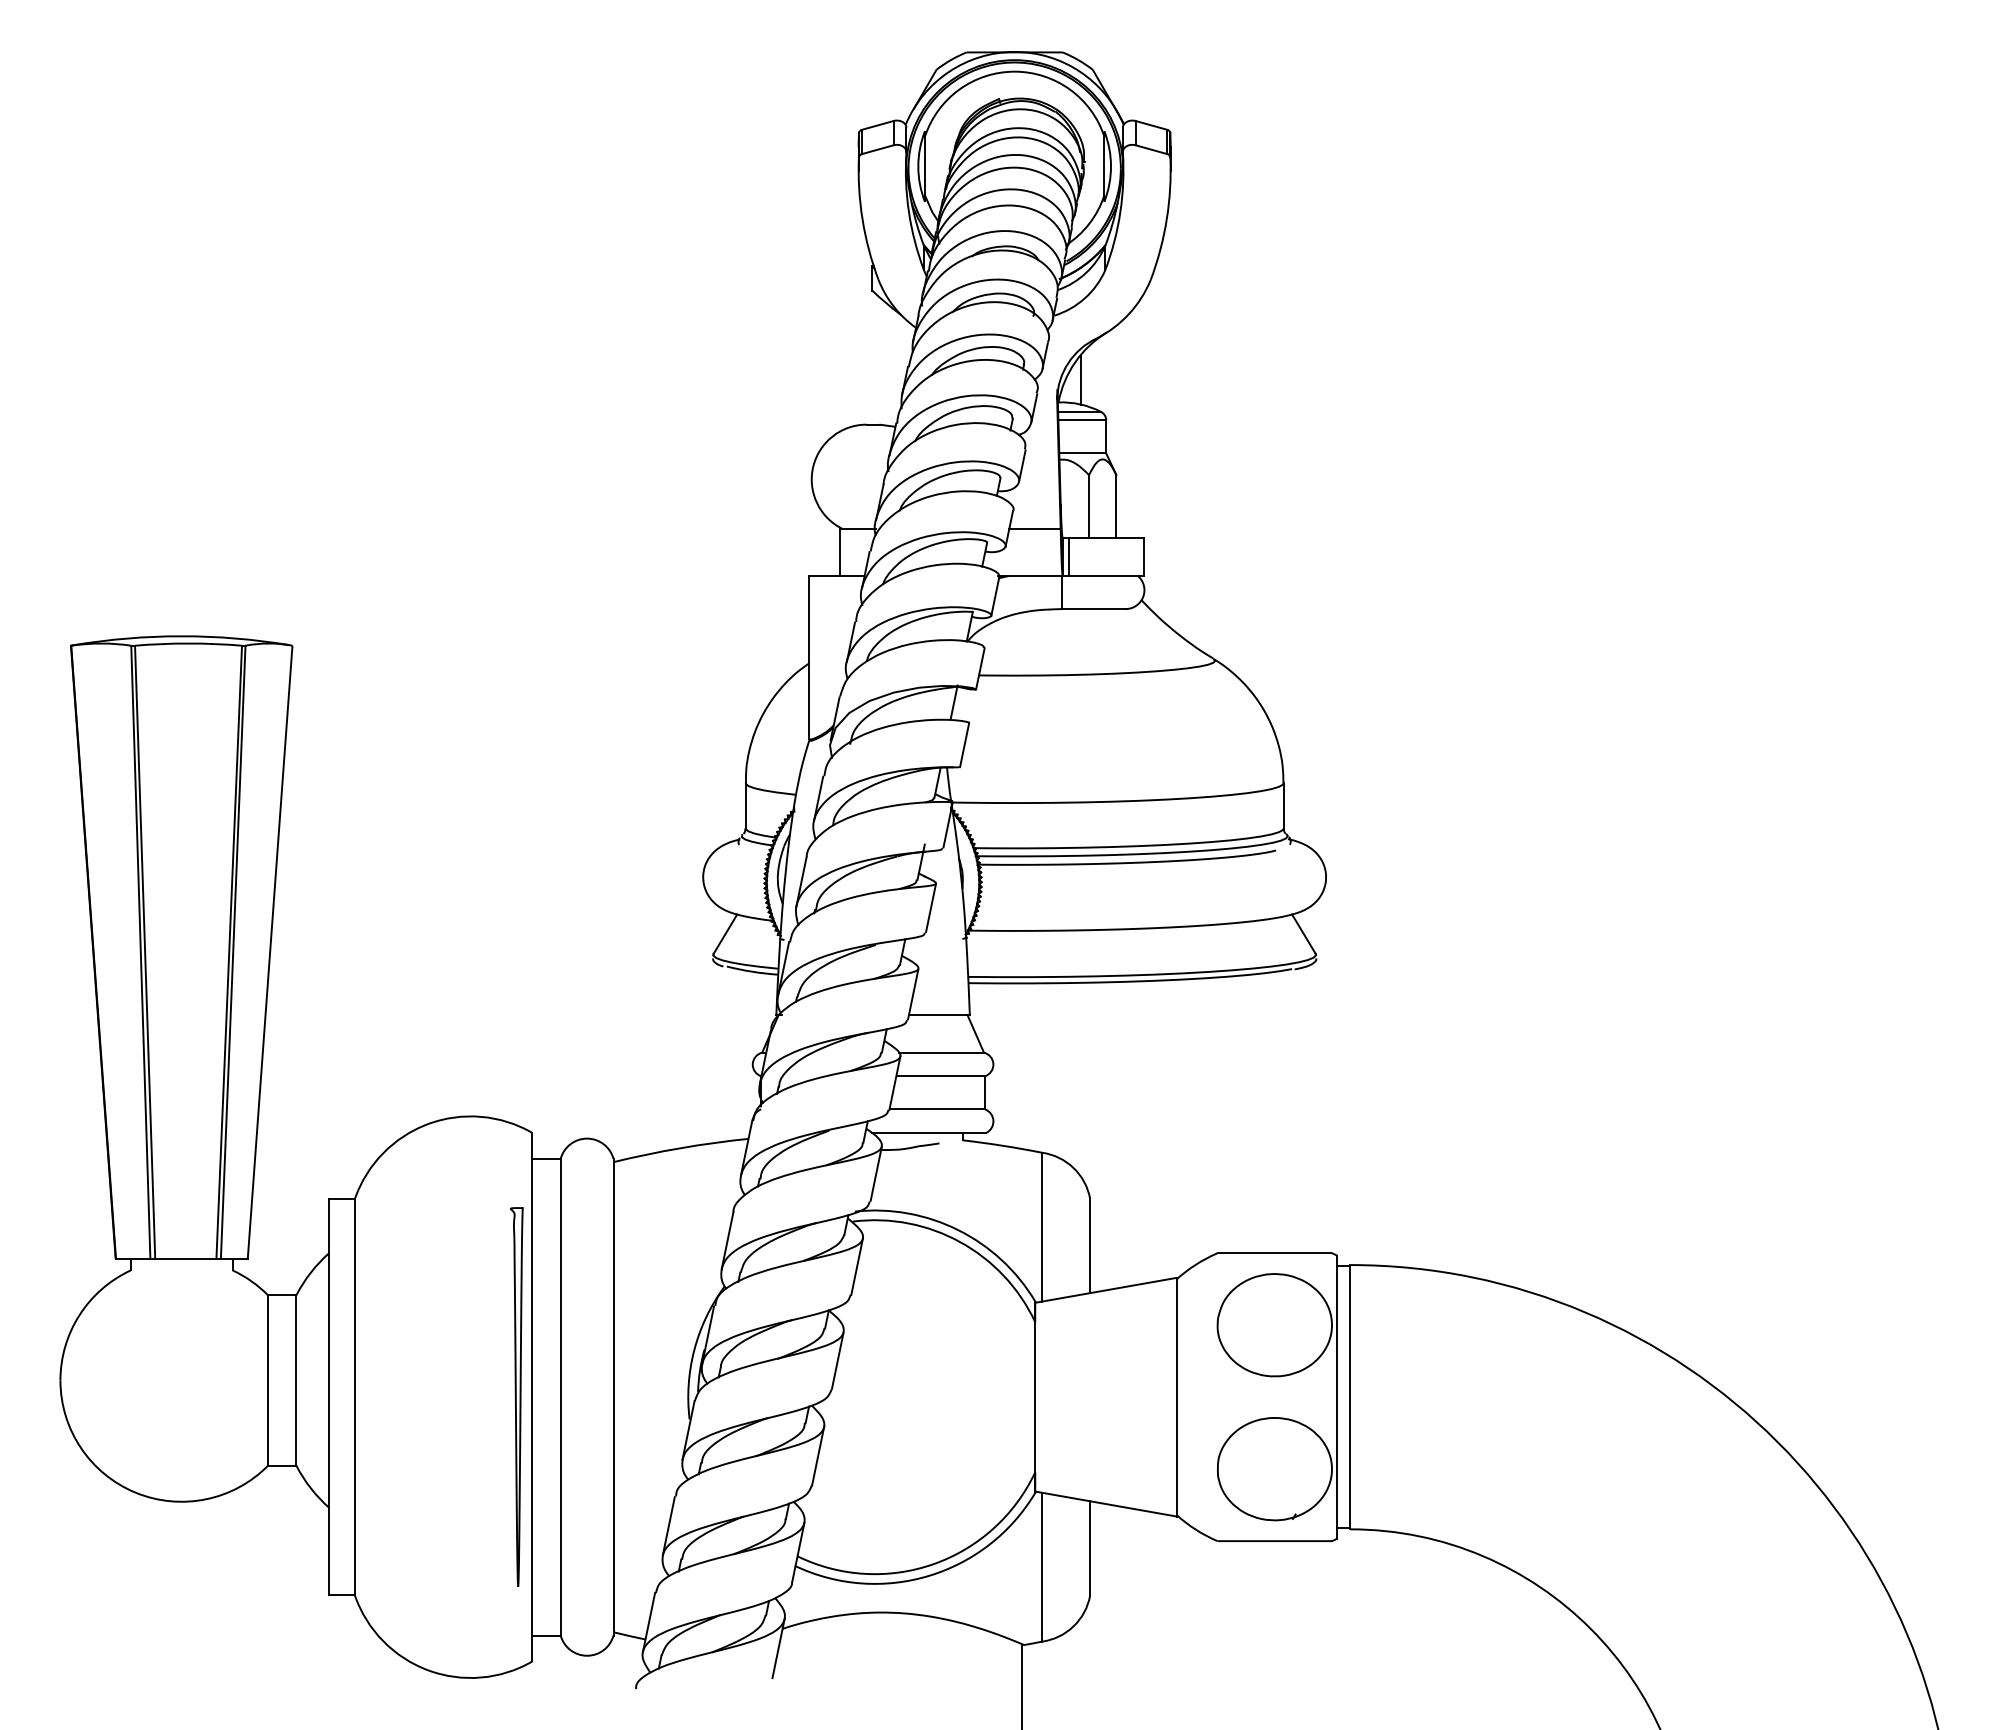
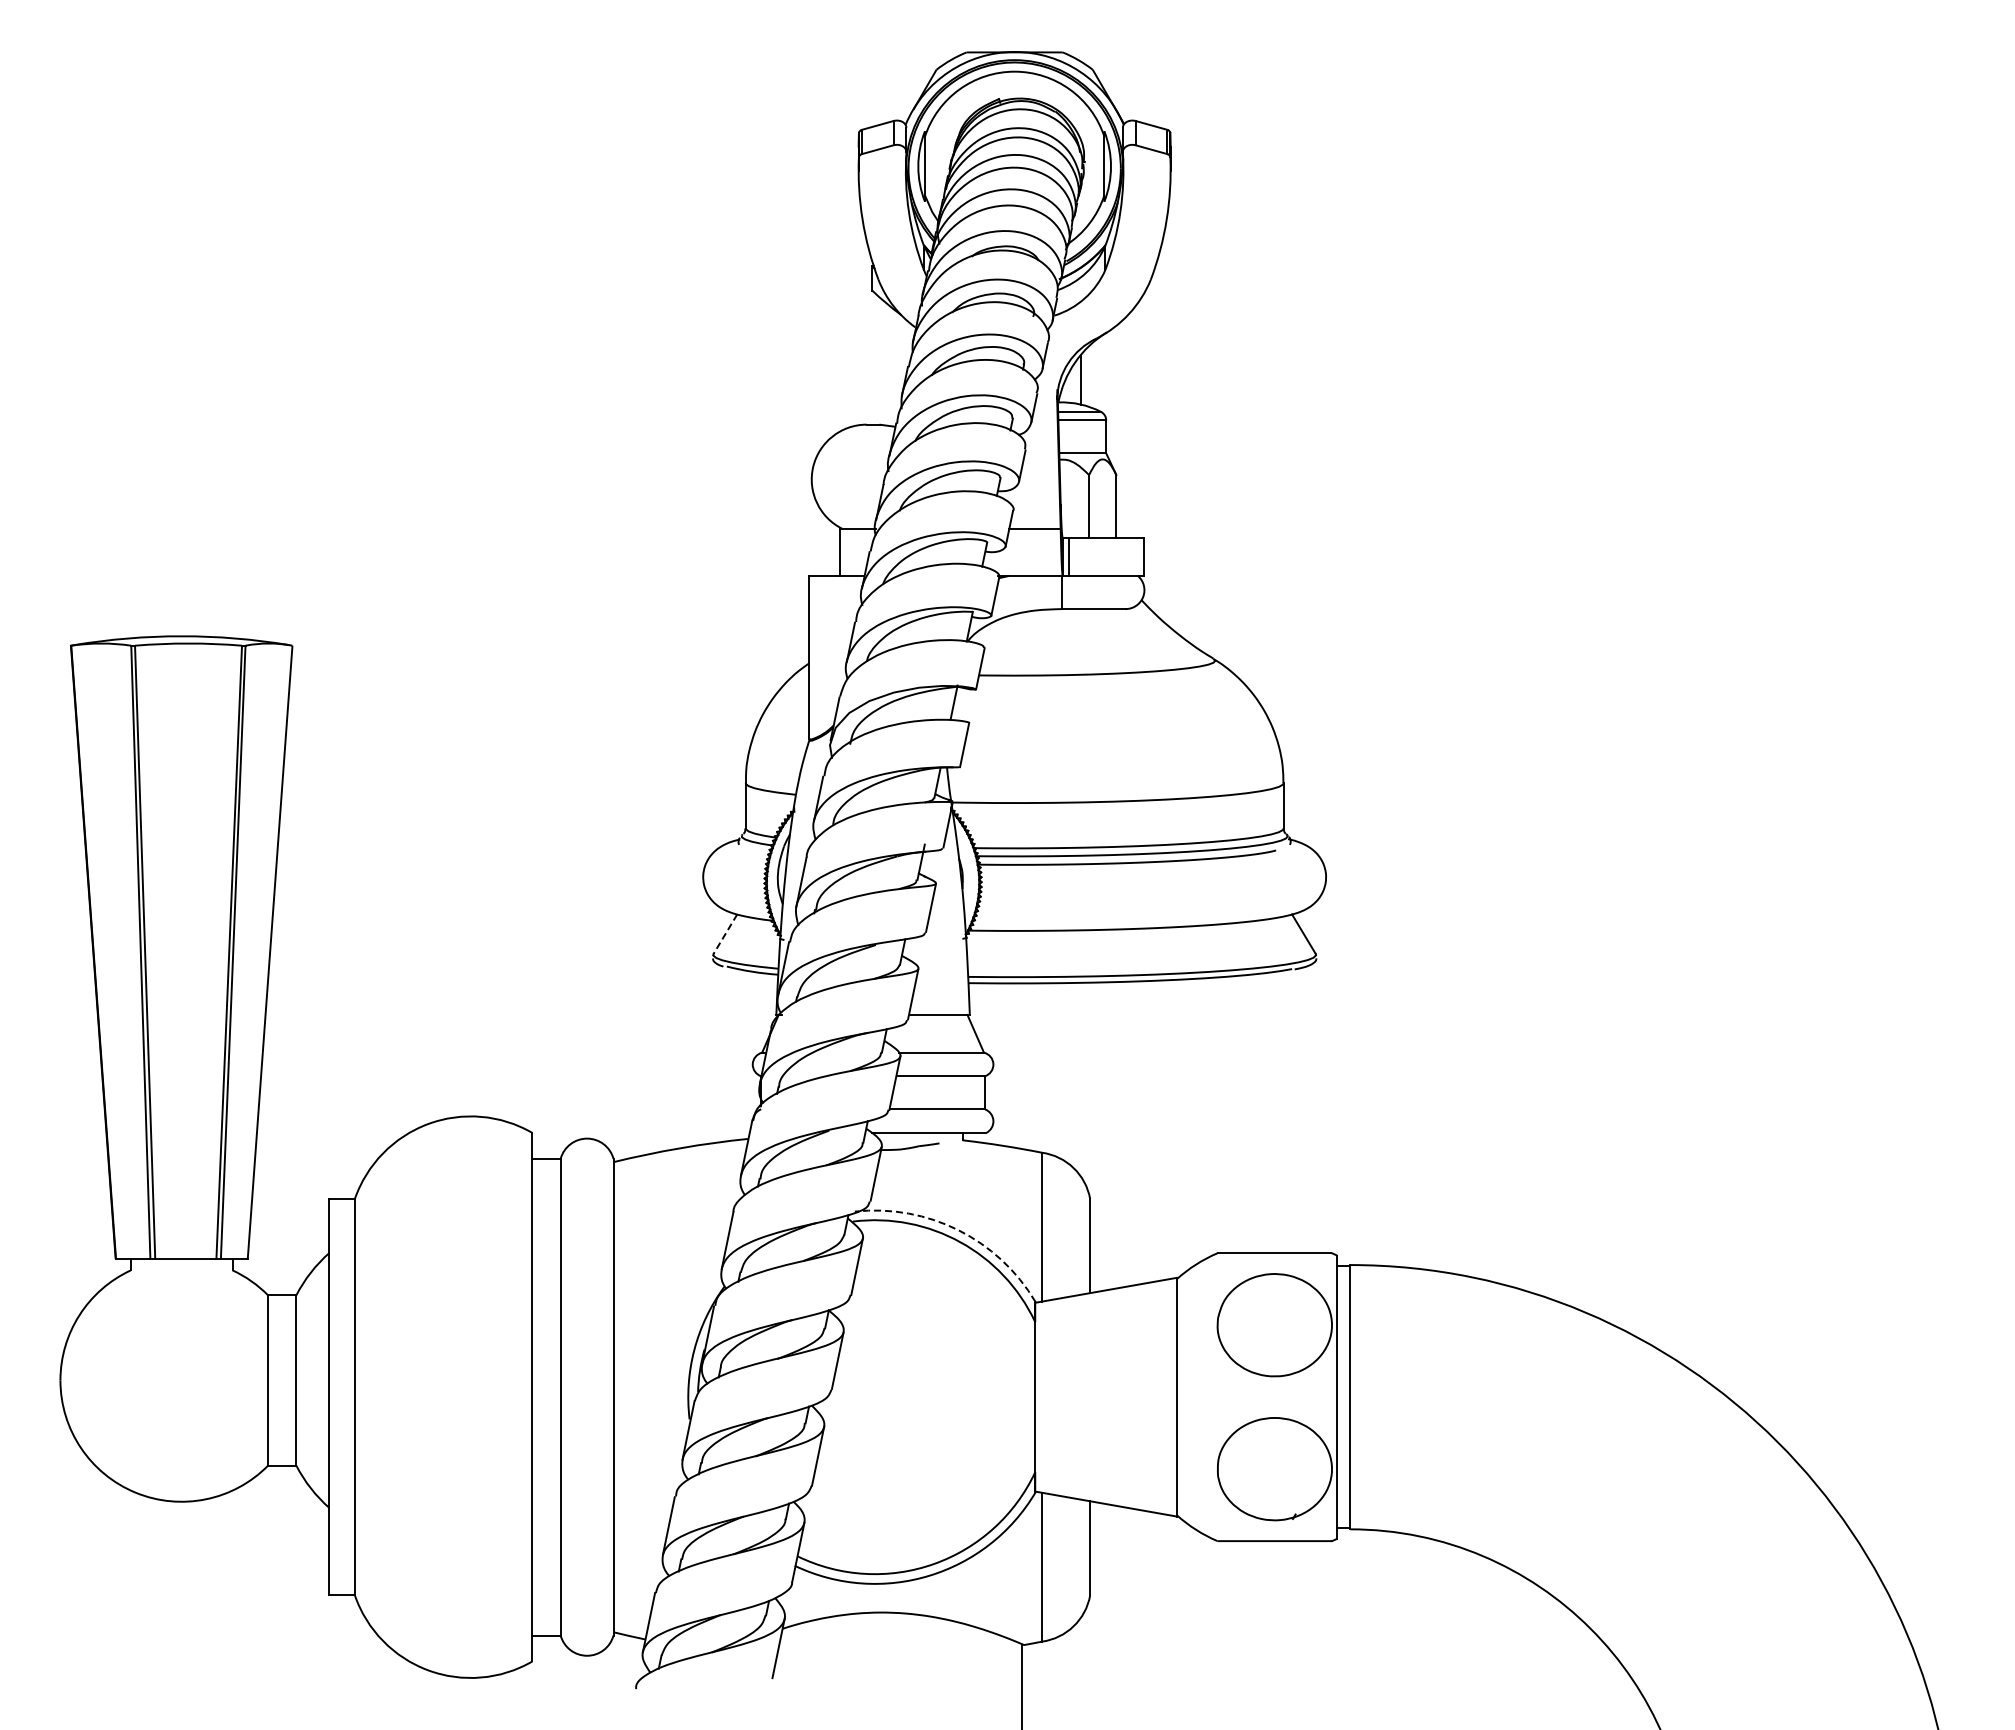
line at (725, 934): solid -> dashed
arc at (958, 1230): solid -> dashed
curve at (516, 1396): present -> none
